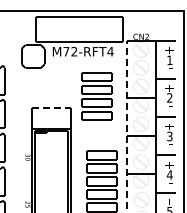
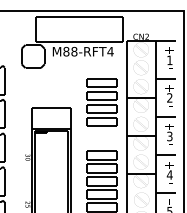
text at (70, 51): M72-RFT4 -> M88-RFT4
part at (96, 96) position: (96, 96) -> (101, 102)
line at (52, 107): dashed -> solid
line at (126, 127): dashed -> solid
